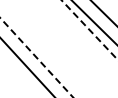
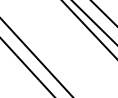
line at (89, 29): dashed -> solid
line at (36, 57): dashed -> solid
